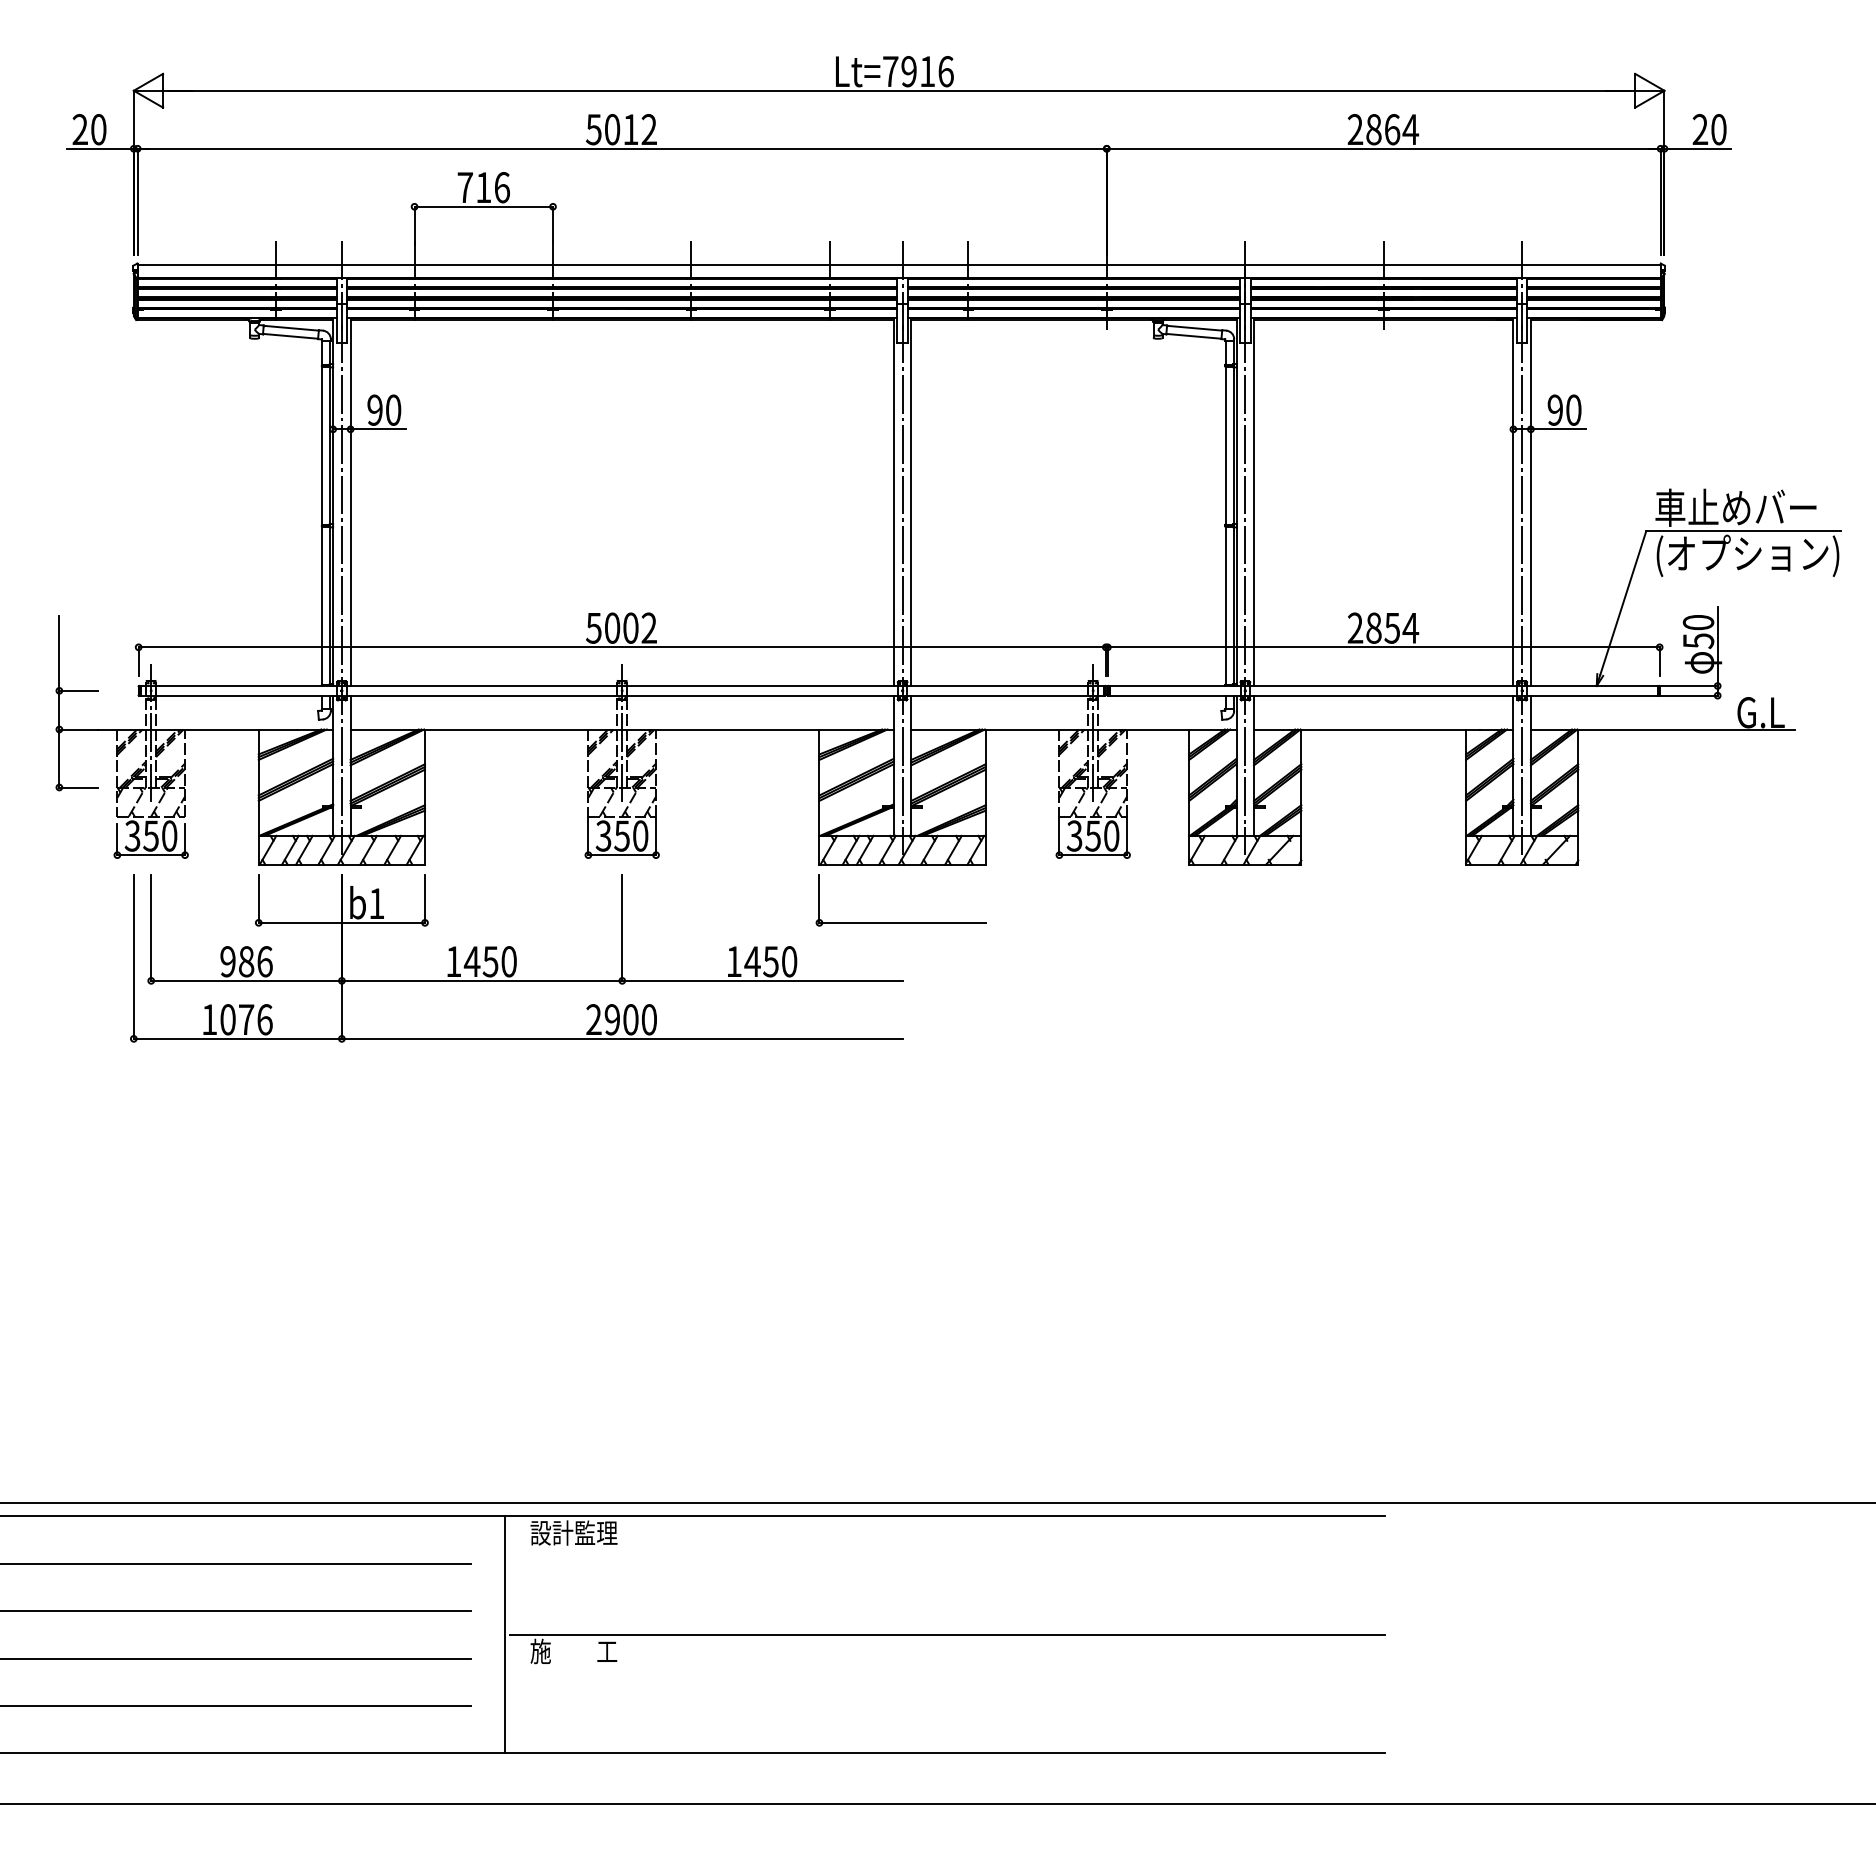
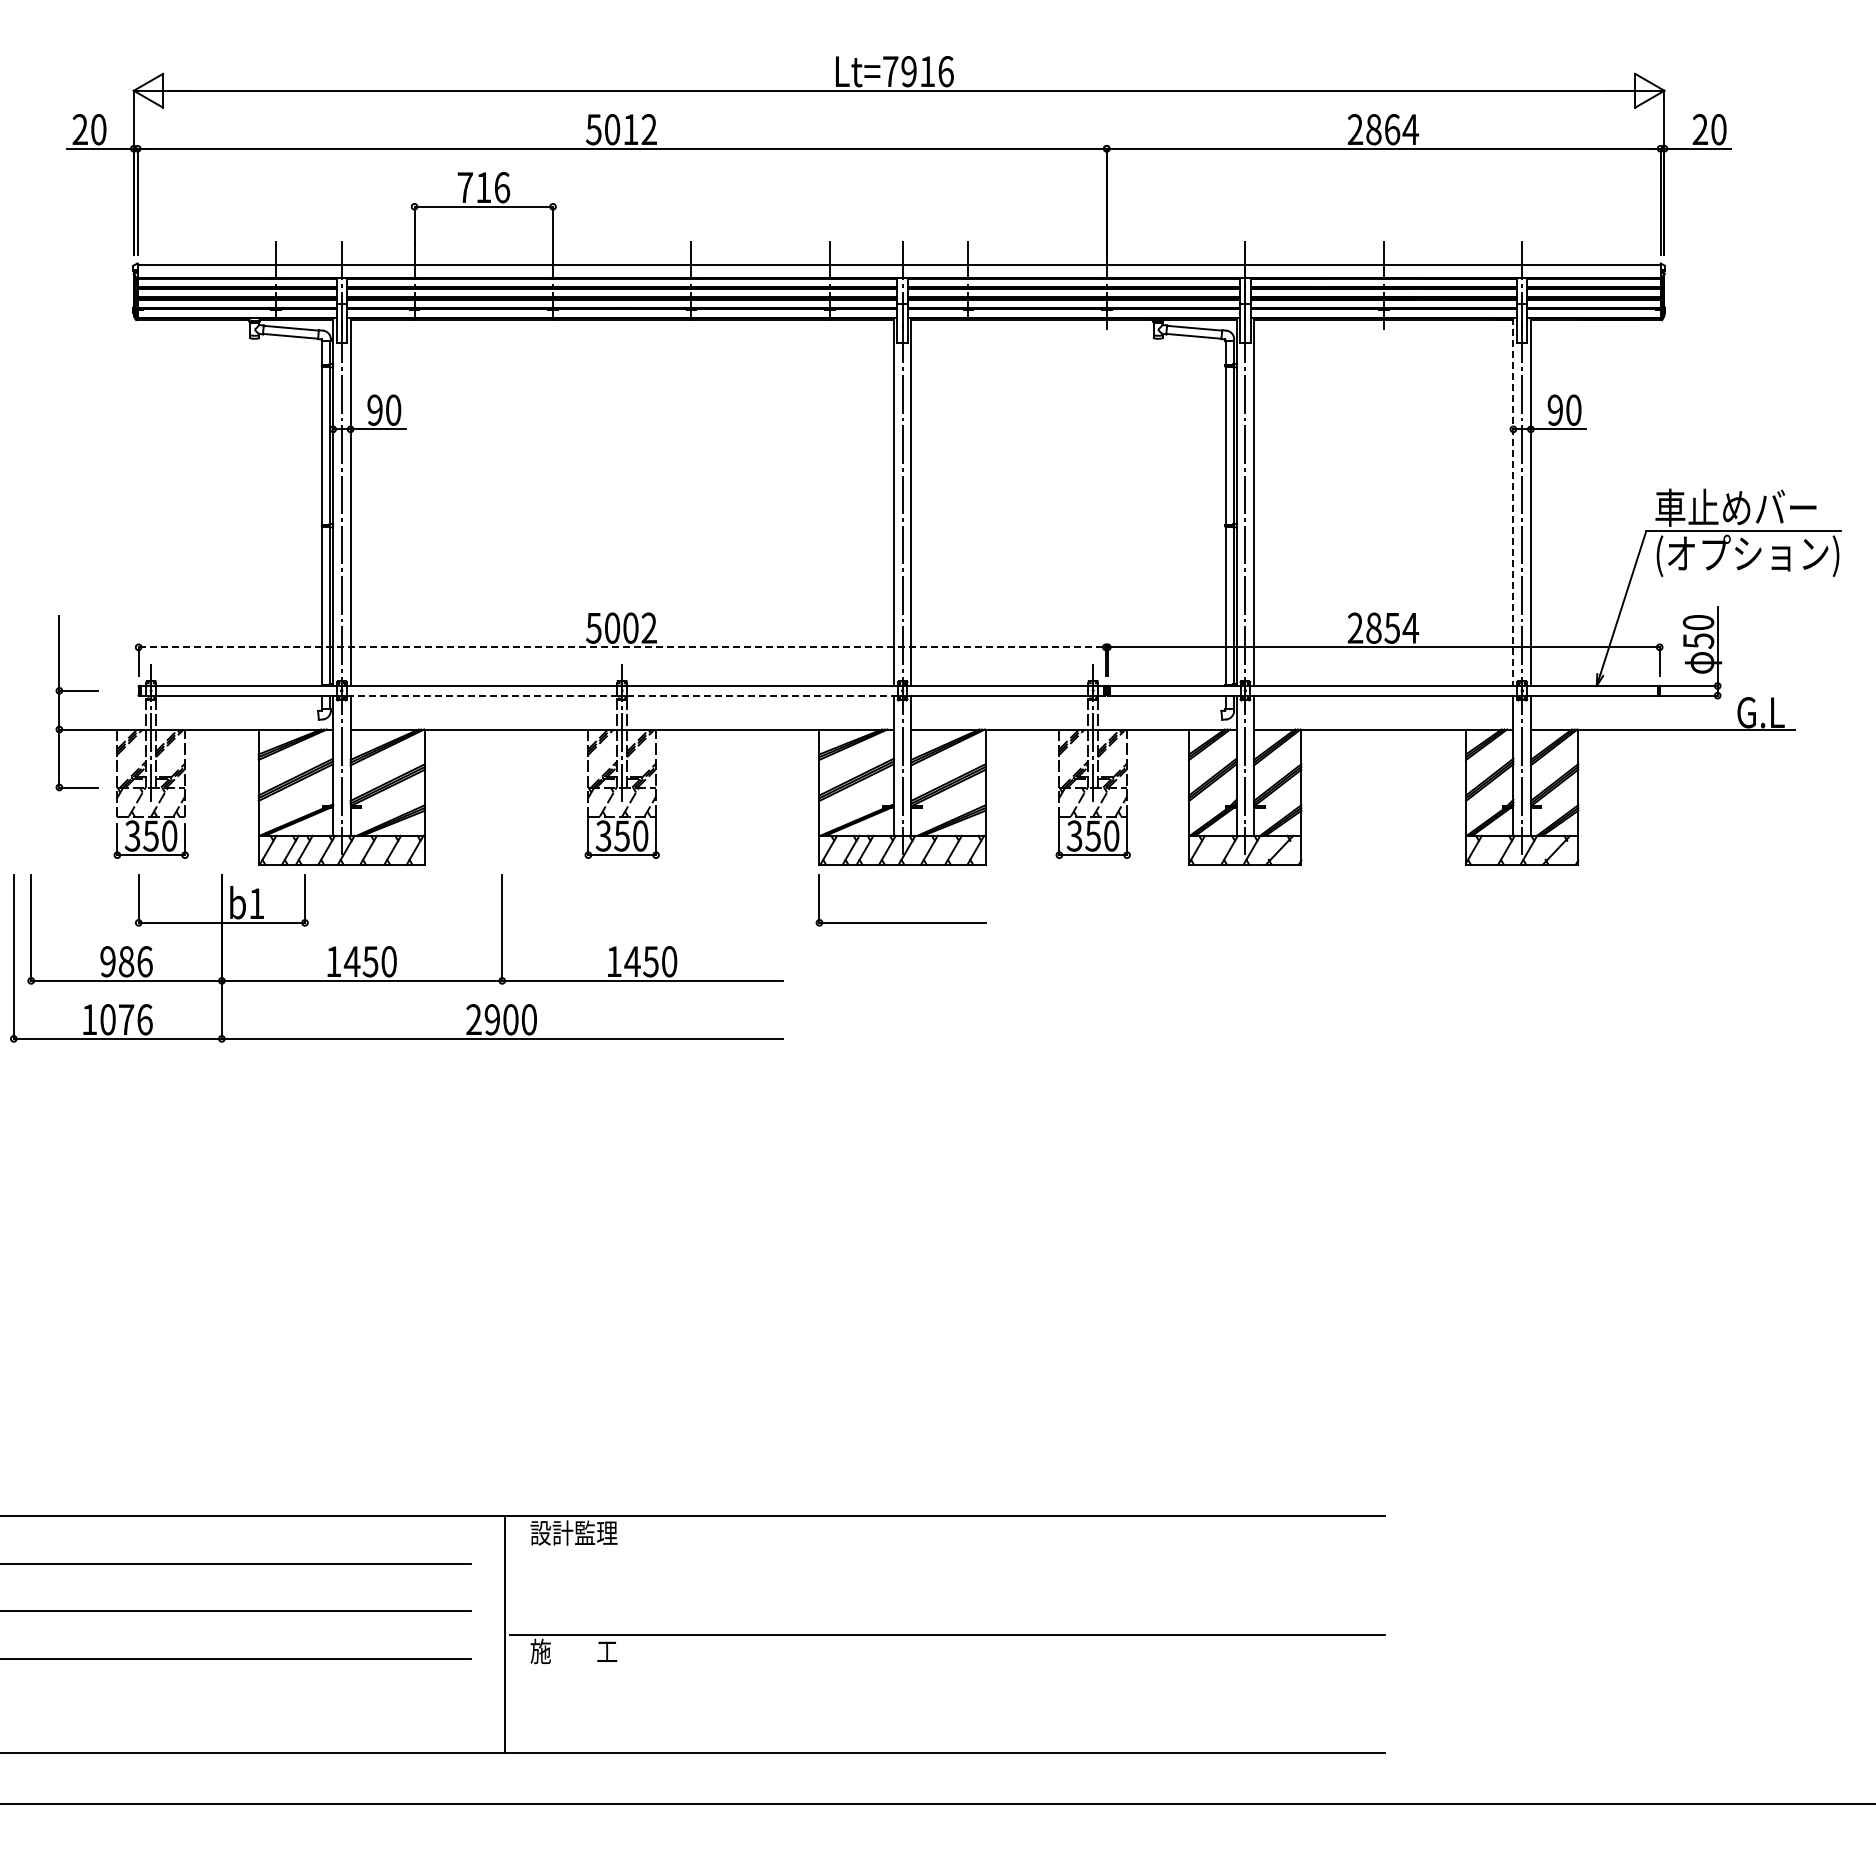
line at (1513, 502): solid -> dashed
line at (622, 647): solid -> dashed
line at (482, 695): solid -> dashed
line at (762, 695): solid -> dashed
part at (516, 958) position: (516, 958) -> (396, 958)
line at (937, 1502): present -> none
line at (236, 1705): present -> none
